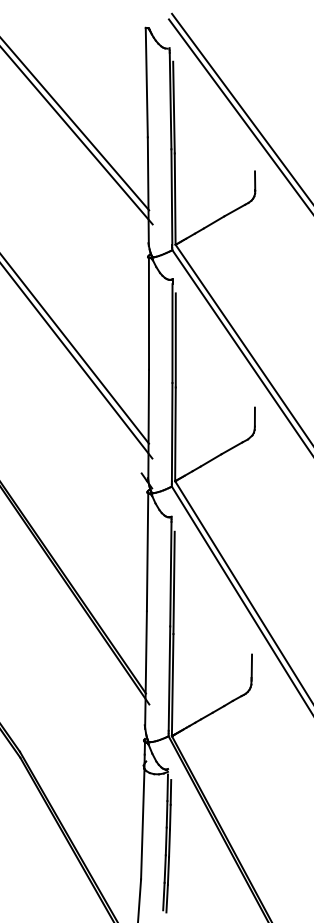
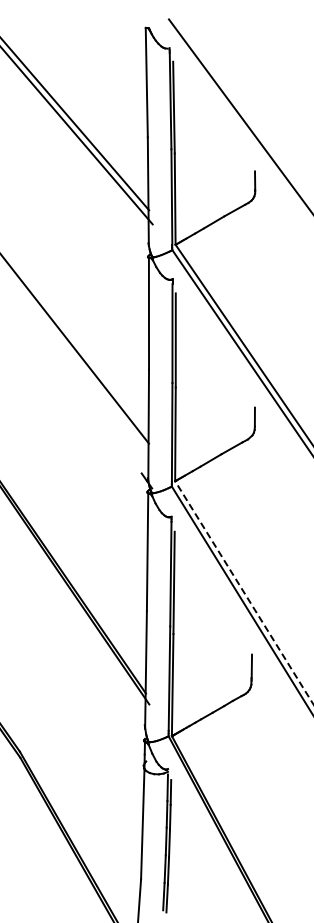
line at (241, 107): present -> none
line at (77, 361): present -> none
line at (244, 592): solid -> dashed
